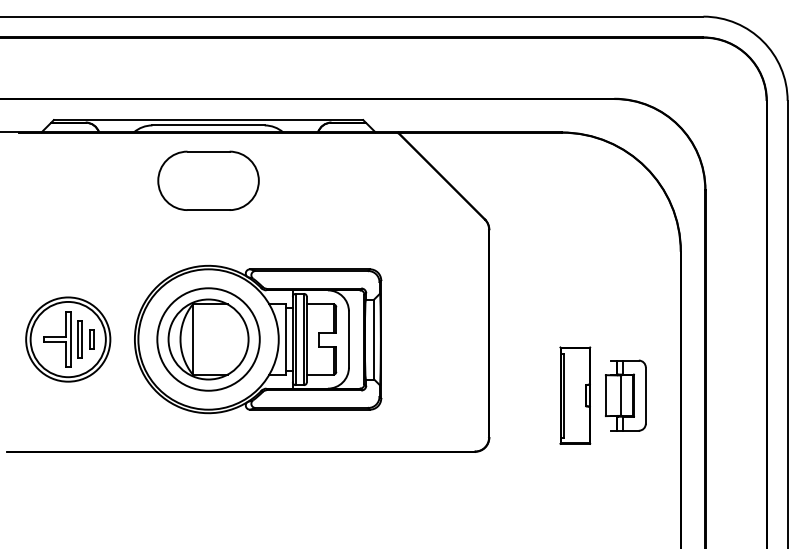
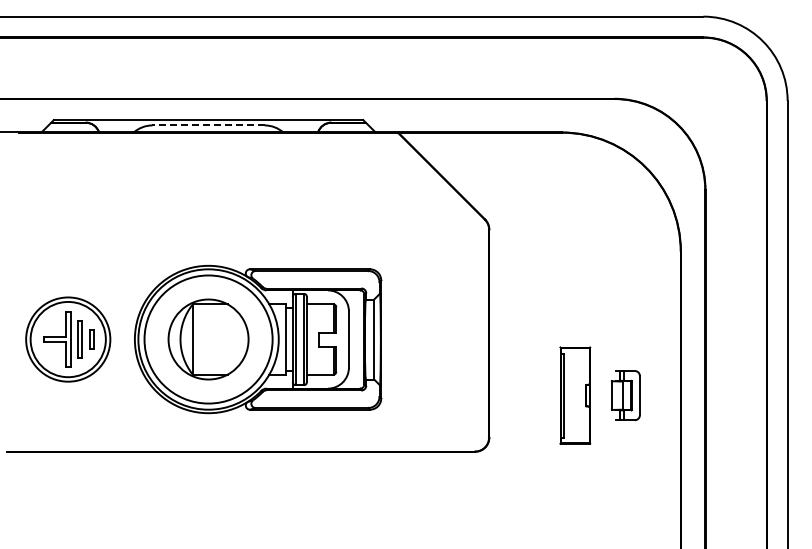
line at (208, 125): solid -> dashed
part at (208, 180): present -> none
circle at (208, 339) diameter: 102 px -> 128 px
part at (625, 395) size: 42x73 px -> 30x51 px
